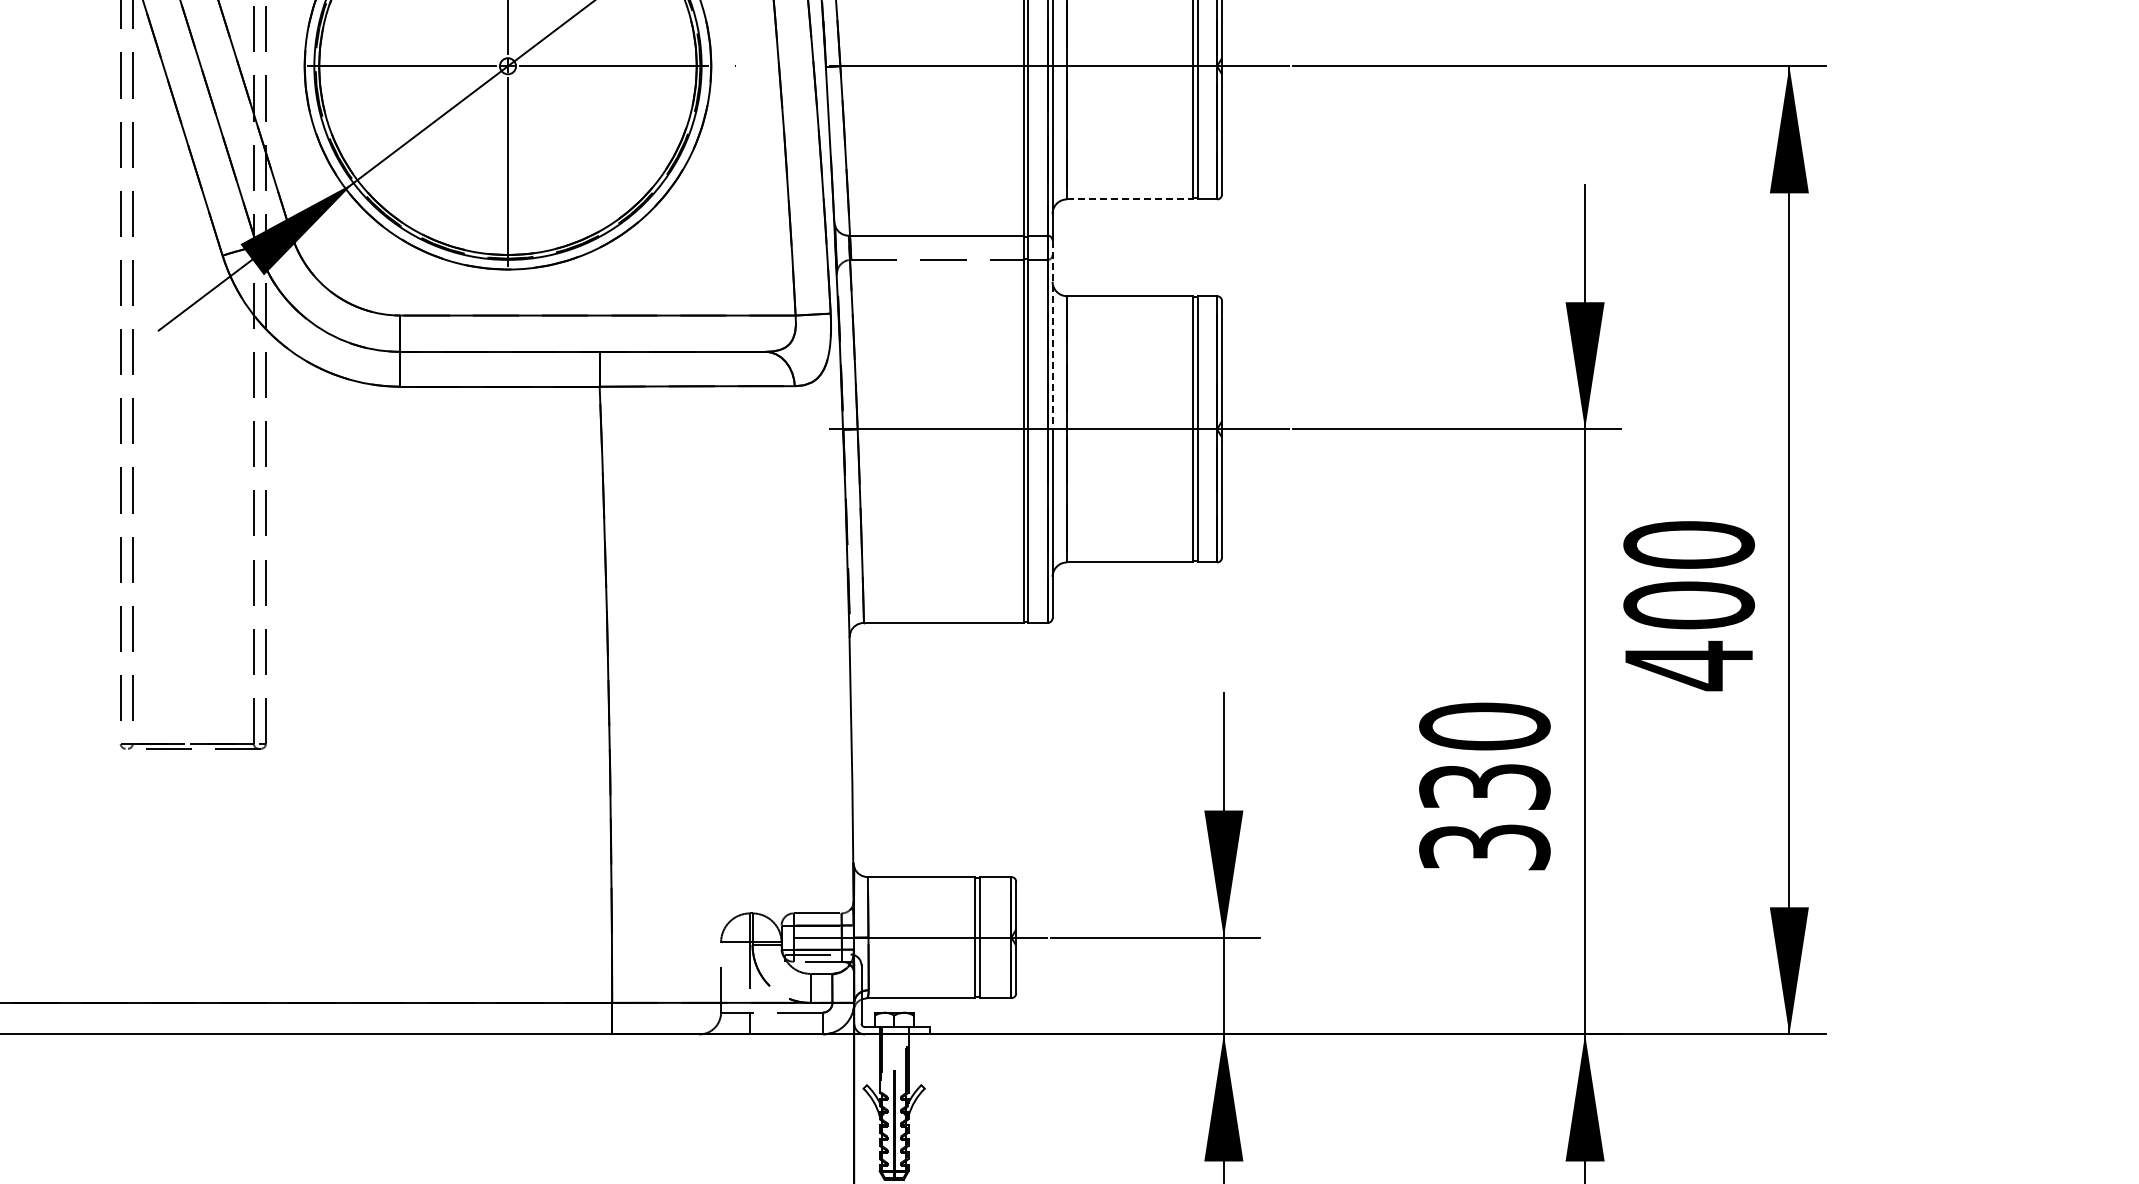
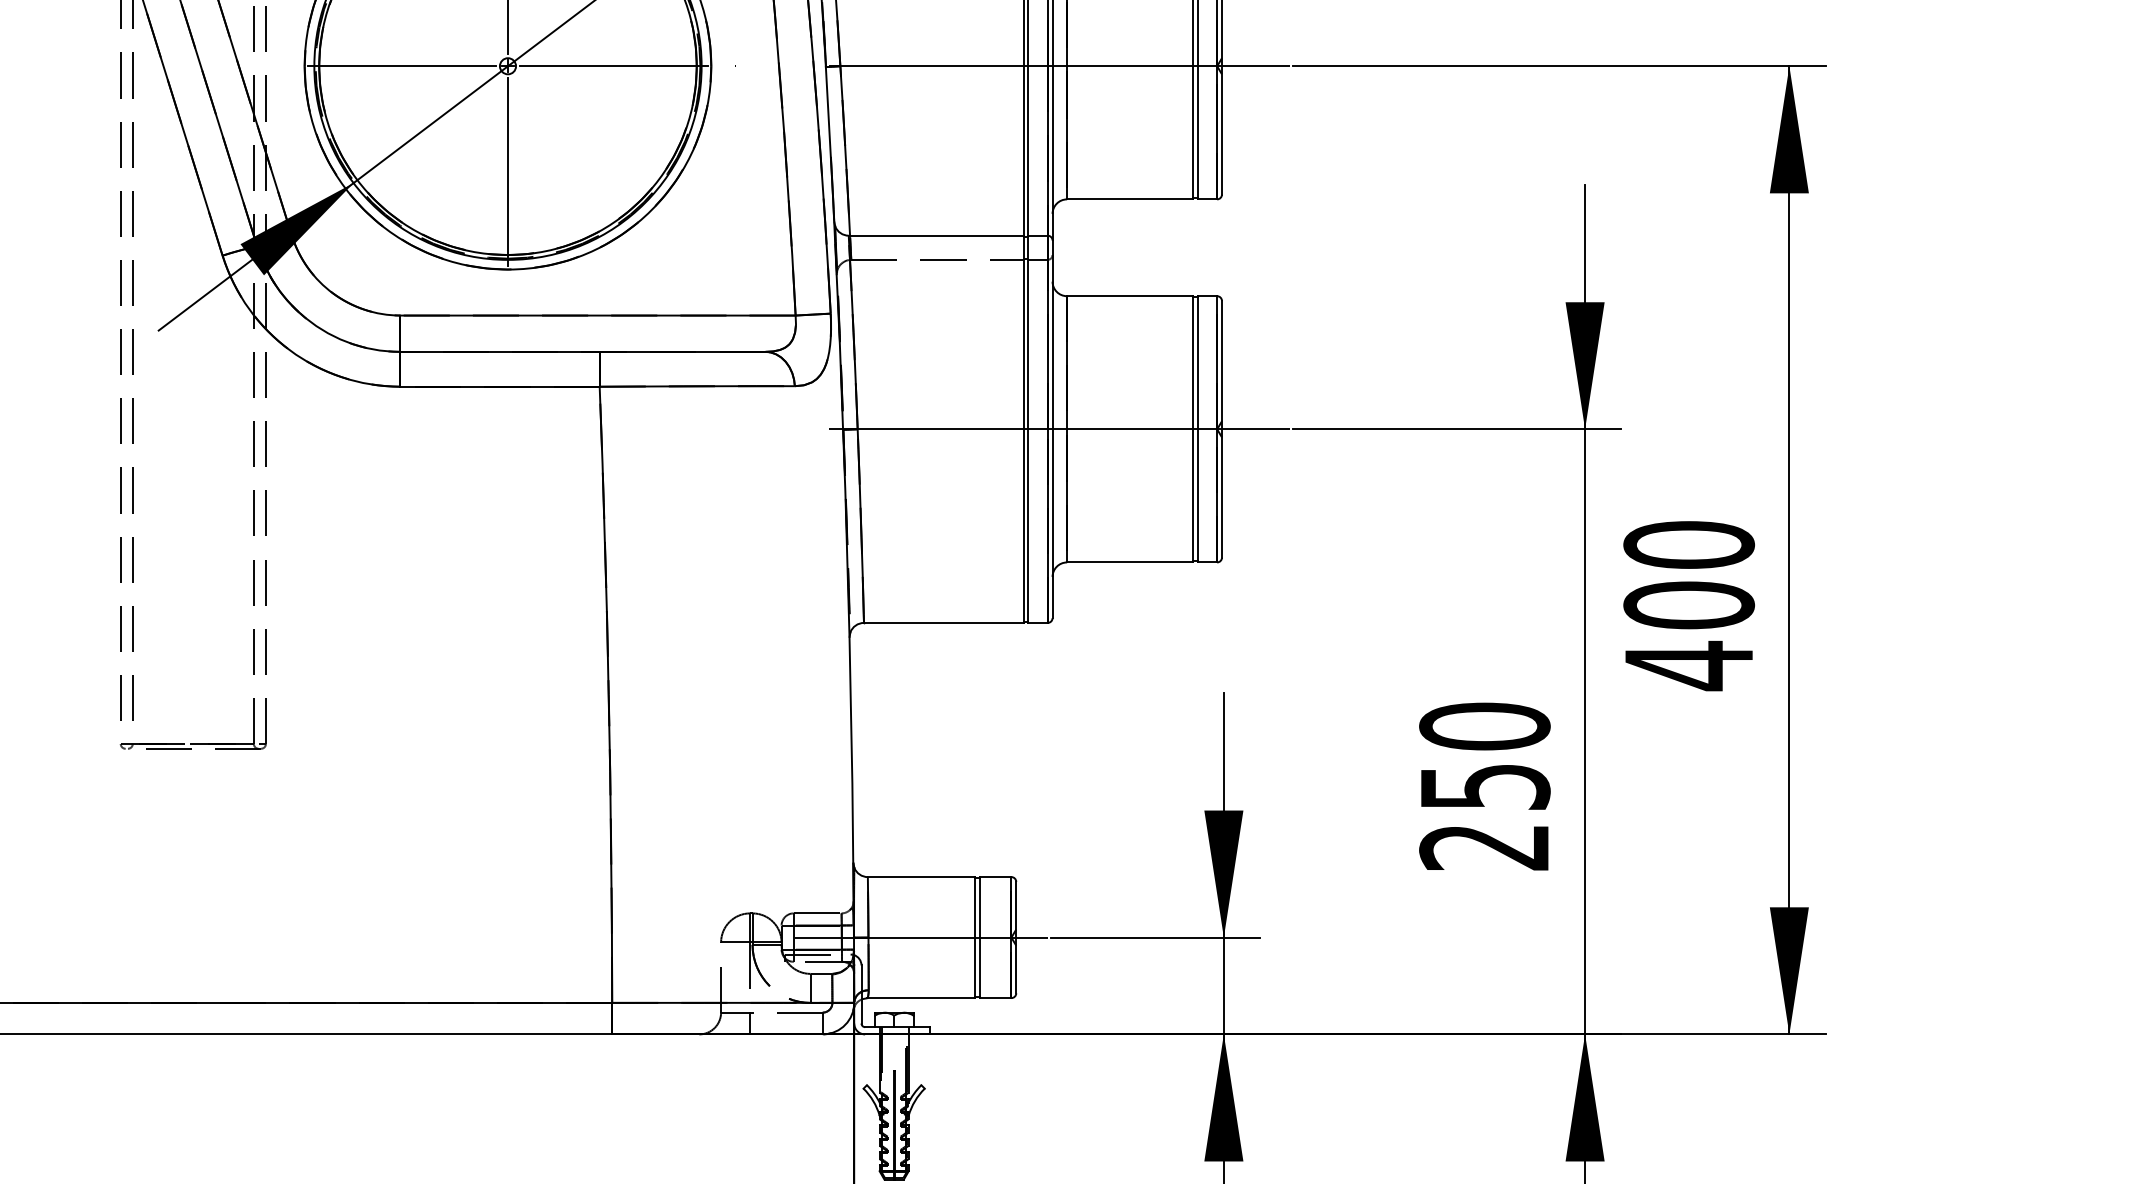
line at (1130, 199): dashed -> solid
line at (1052, 335): dashed -> solid
text at (1484, 817): 330 -> 250
